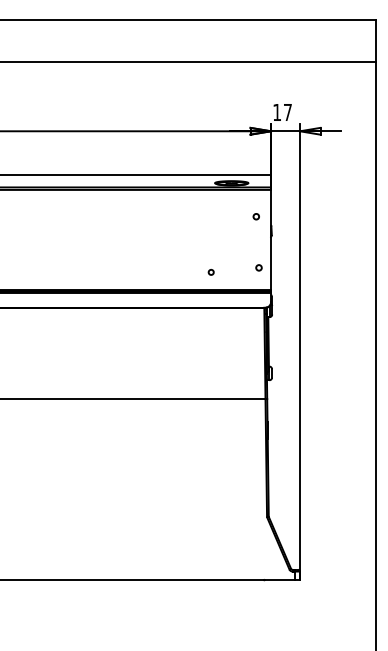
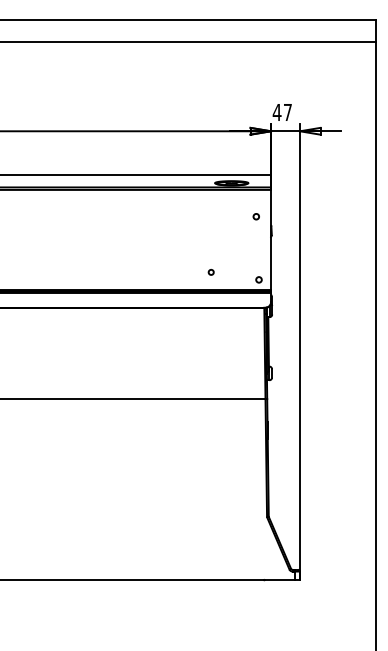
line at (189, 61) position: (189, 61) -> (189, 41)
text at (276, 112): 17 -> 47
circle at (258, 267) position: (258, 267) -> (258, 279)
